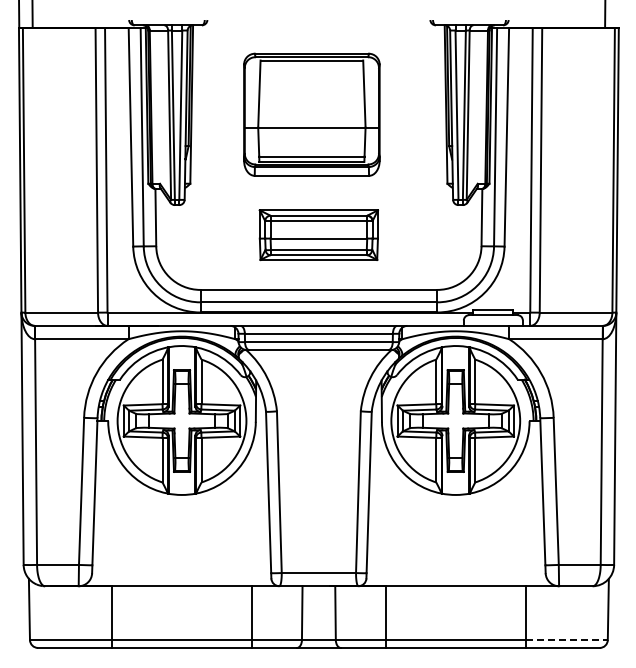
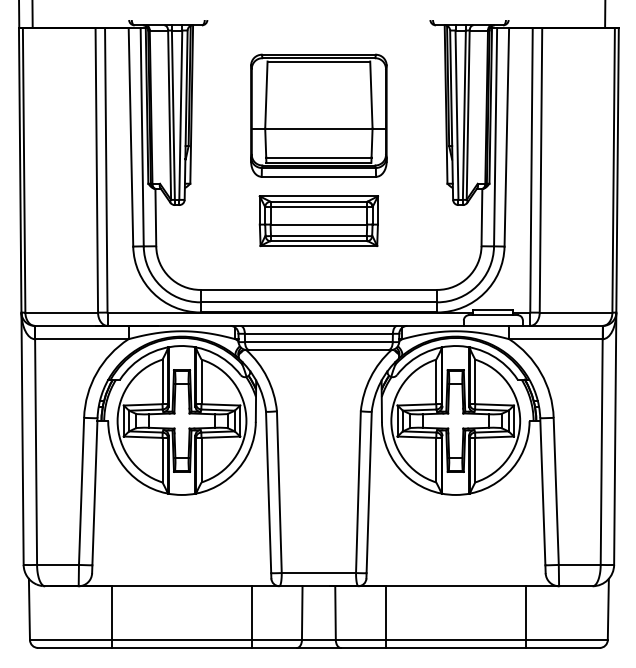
part at (311, 114) position: (311, 114) -> (318, 115)
part at (318, 234) position: (318, 234) -> (318, 220)
line at (567, 640): dashed -> solid
